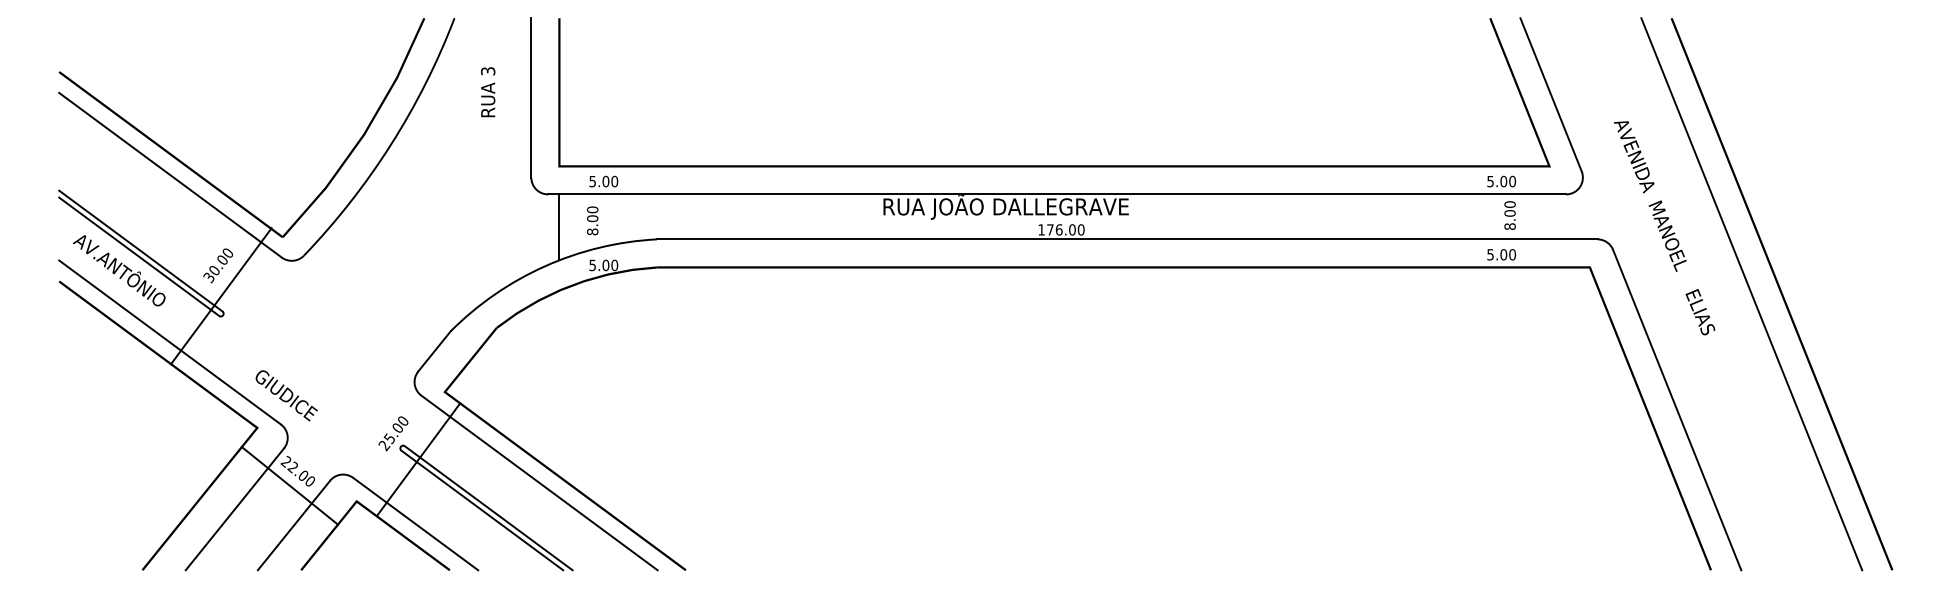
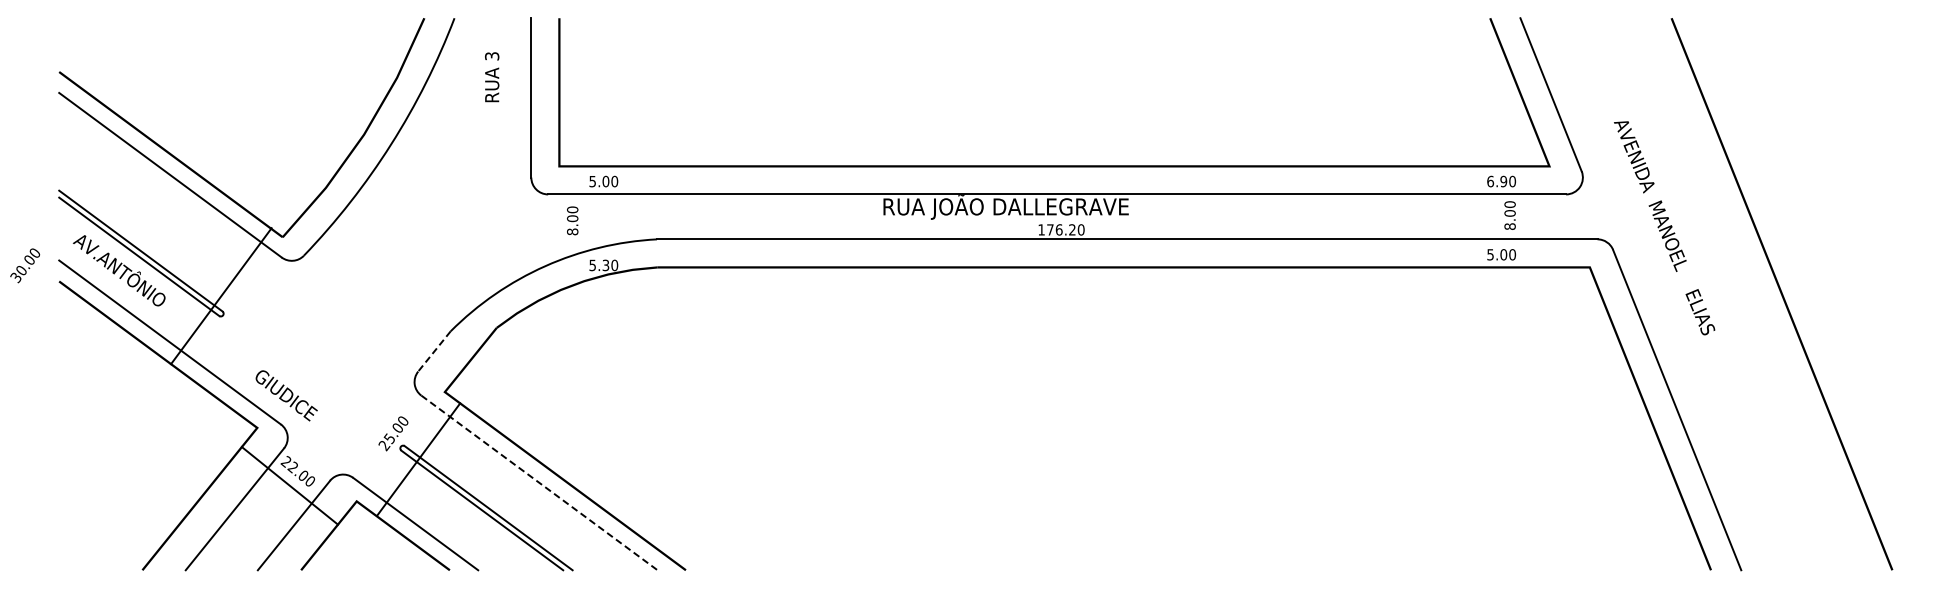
text at (488, 92) position: (488, 92) -> (492, 77)
text at (1497, 181): 5.00 -> 6.90
text at (592, 220) position: (592, 220) -> (572, 220)
line at (559, 227): present -> none
text at (1072, 229): 176.00 -> 176.20
text at (218, 265) position: (218, 265) -> (25, 265)
text at (605, 265): 5.00 -> 5.30
line at (1751, 294): present -> none
line at (434, 351): solid -> dashed
line at (539, 482): solid -> dashed
